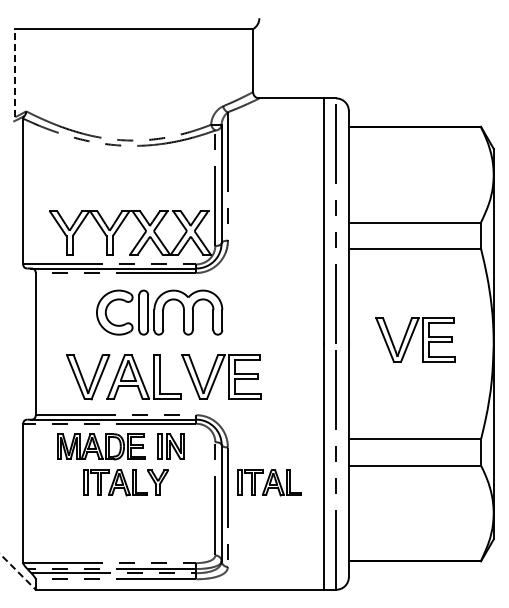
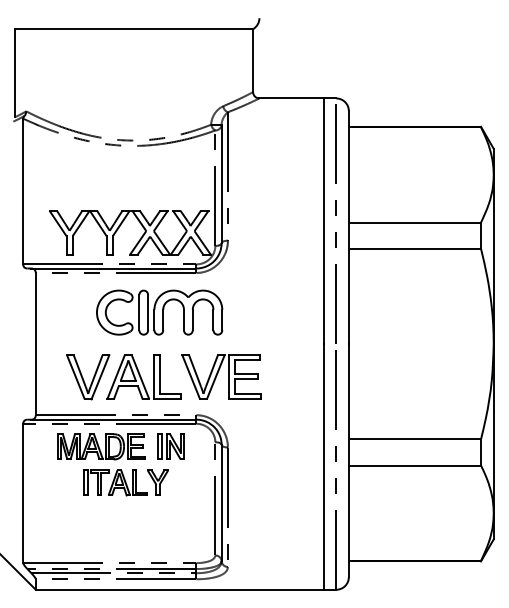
line at (15, 72): dashed -> solid
part at (415, 339): present -> none
part at (269, 482): present -> none
line at (18, 572): dashed -> solid
